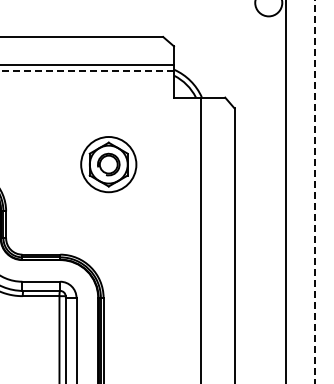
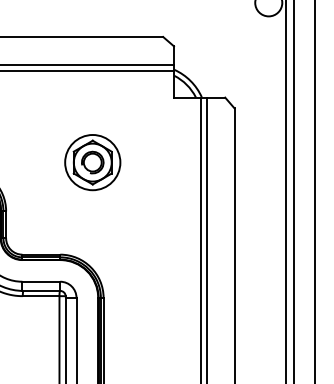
line at (87, 70): dashed -> solid
part at (108, 164) position: (108, 164) -> (92, 162)
line at (293, 191): none -> present
line at (315, 191): dashed -> solid
line at (206, 238): none -> present
